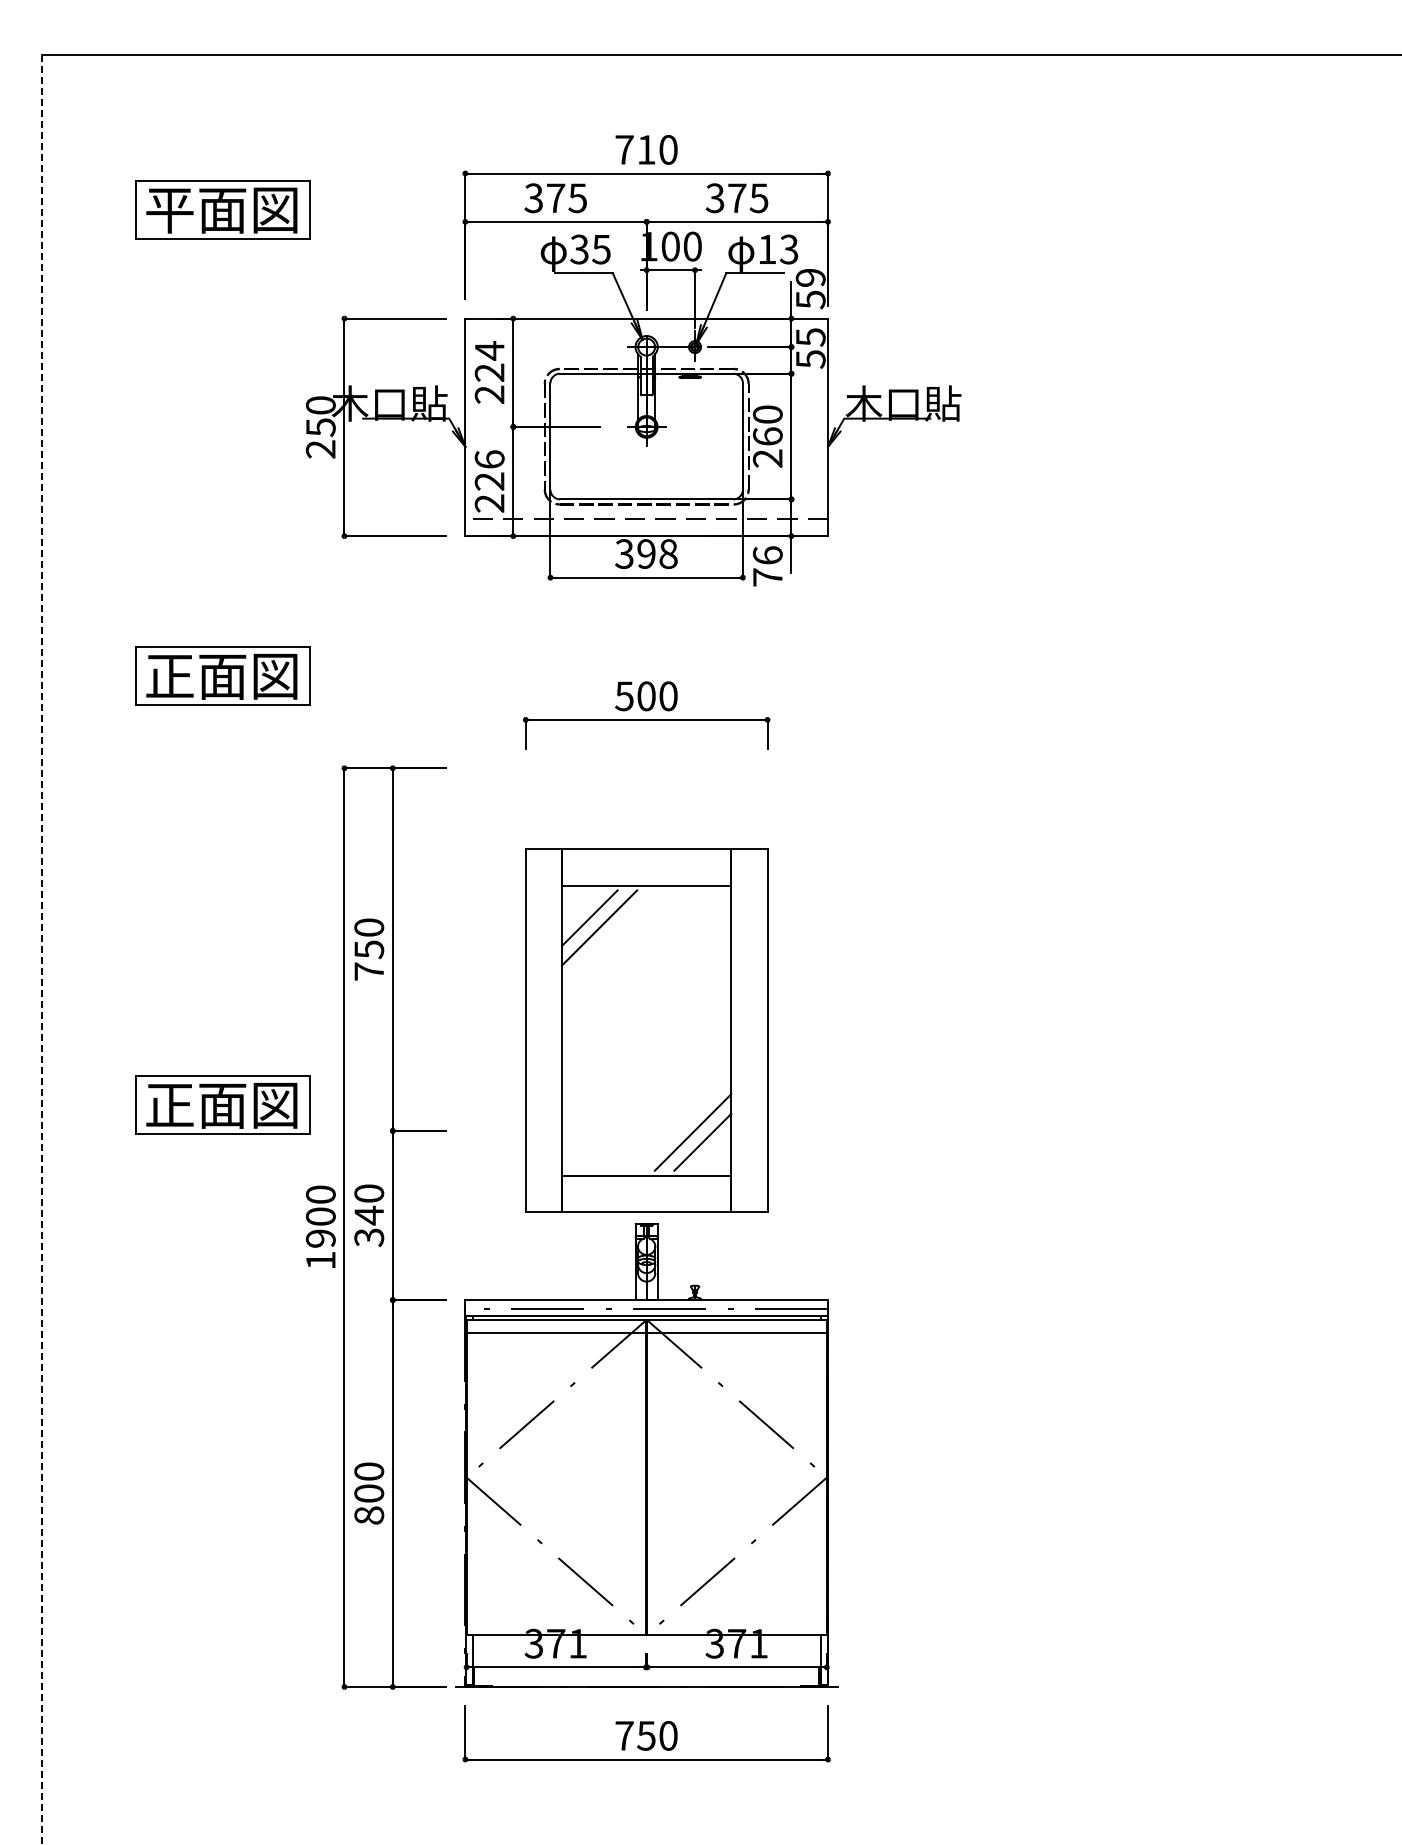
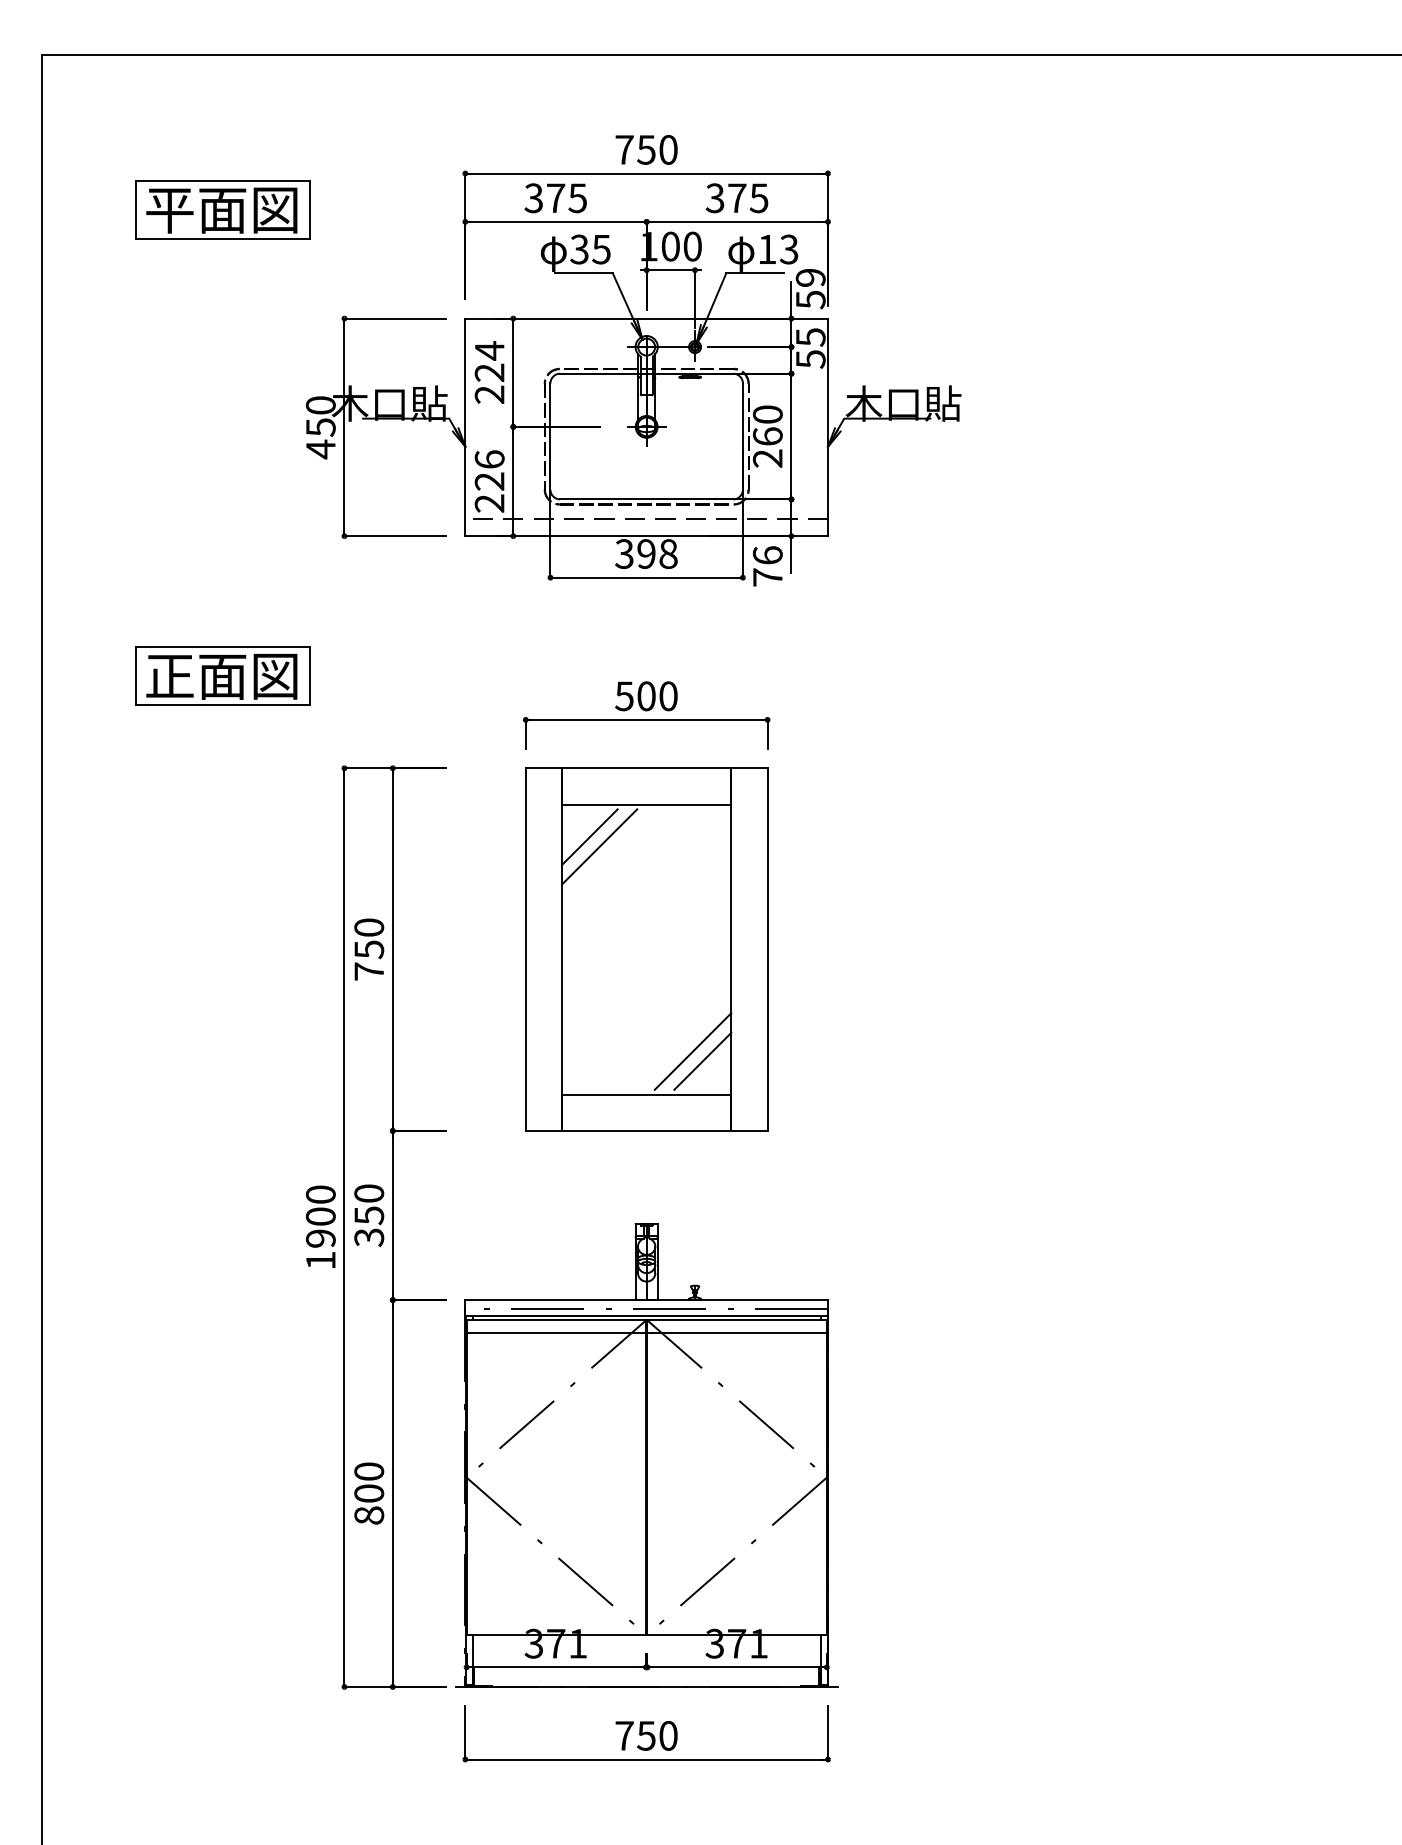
text at (646, 149): 710 -> 750
text at (320, 449): 250 -> 450
line at (42, 950): dashed -> solid
part at (646, 1030) position: (646, 1030) -> (646, 949)
part at (222, 1104): present -> none
text at (369, 1215): 340 -> 350
